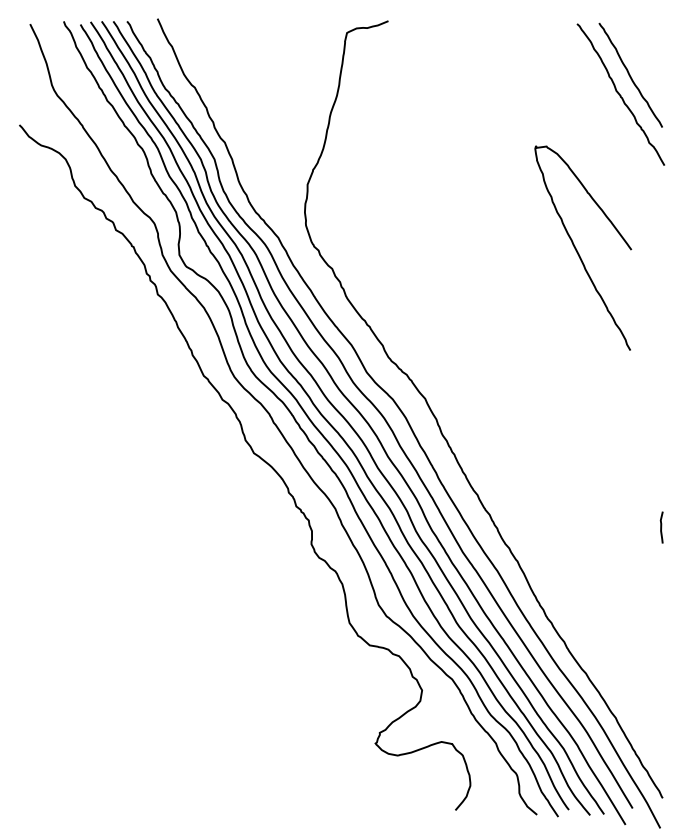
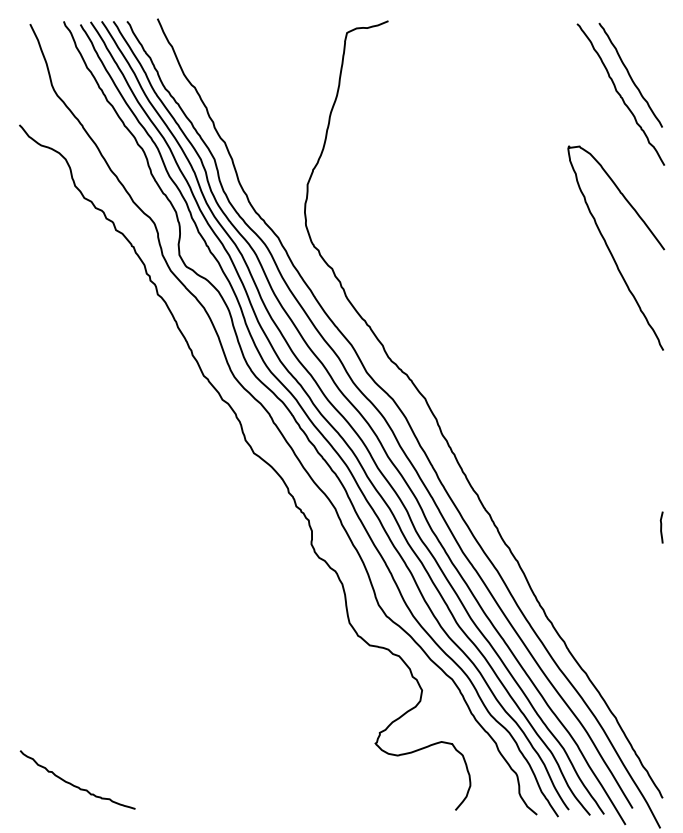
curve at (578, 251) position: (578, 251) -> (611, 251)
curve at (76, 785): none -> present
